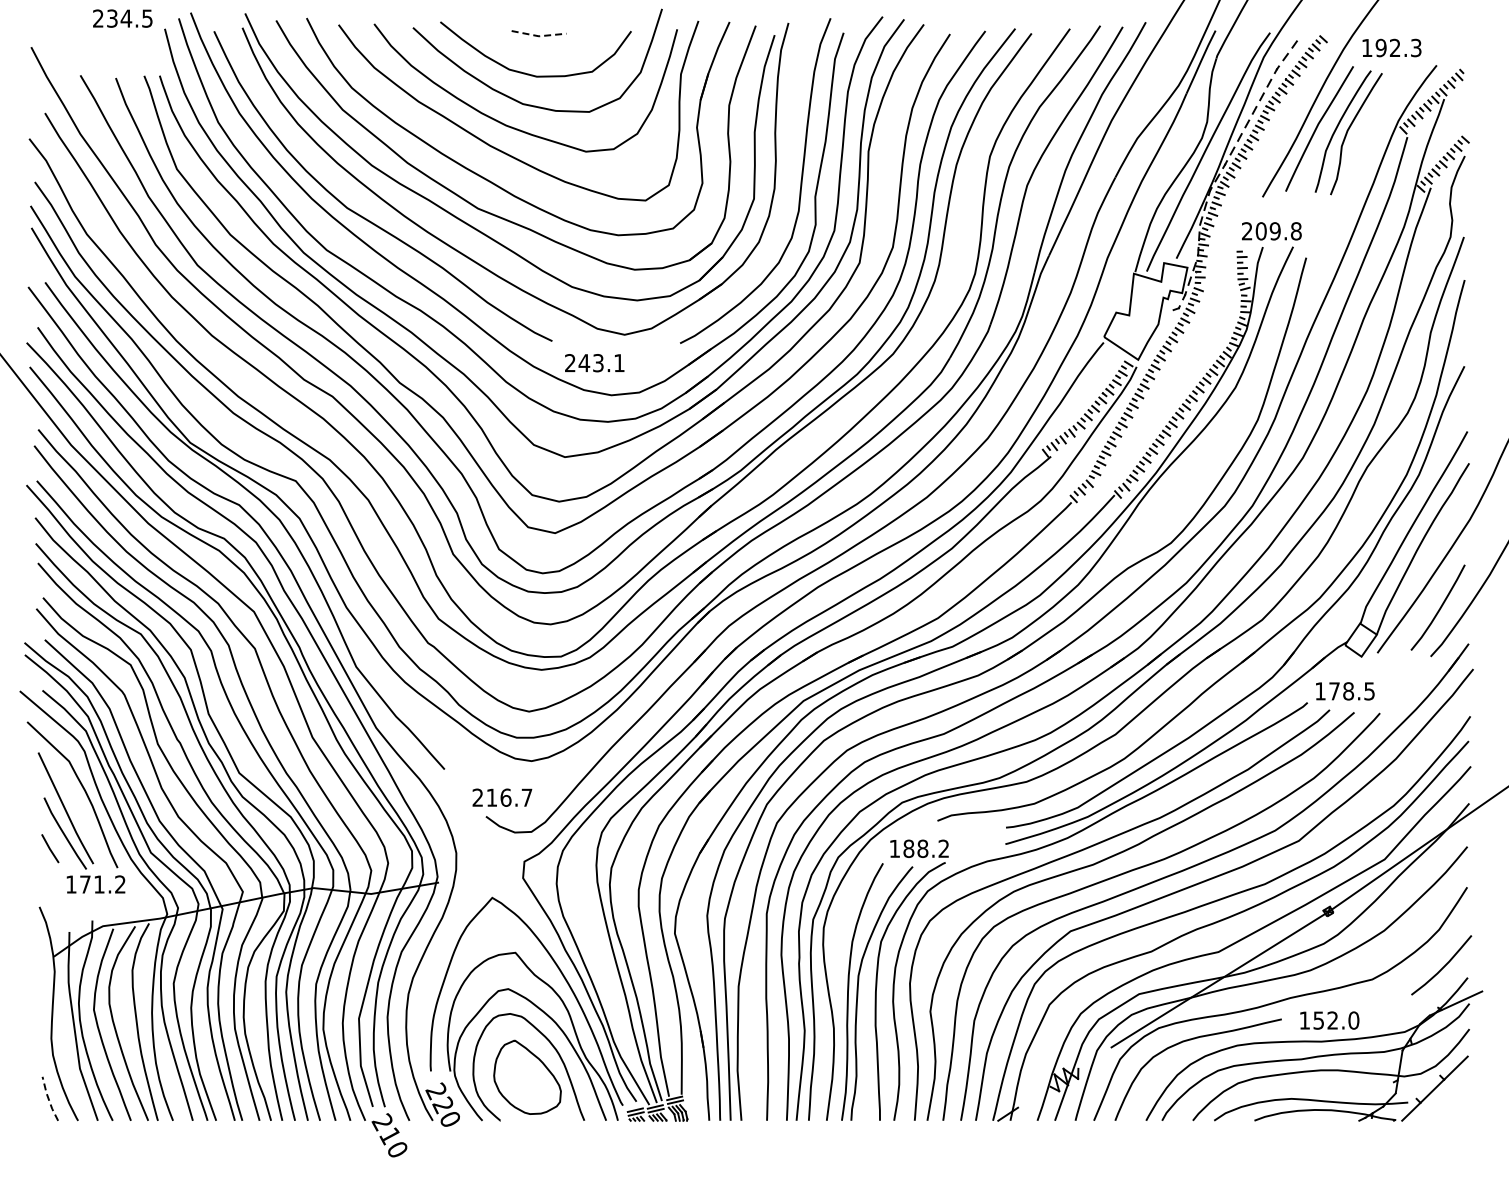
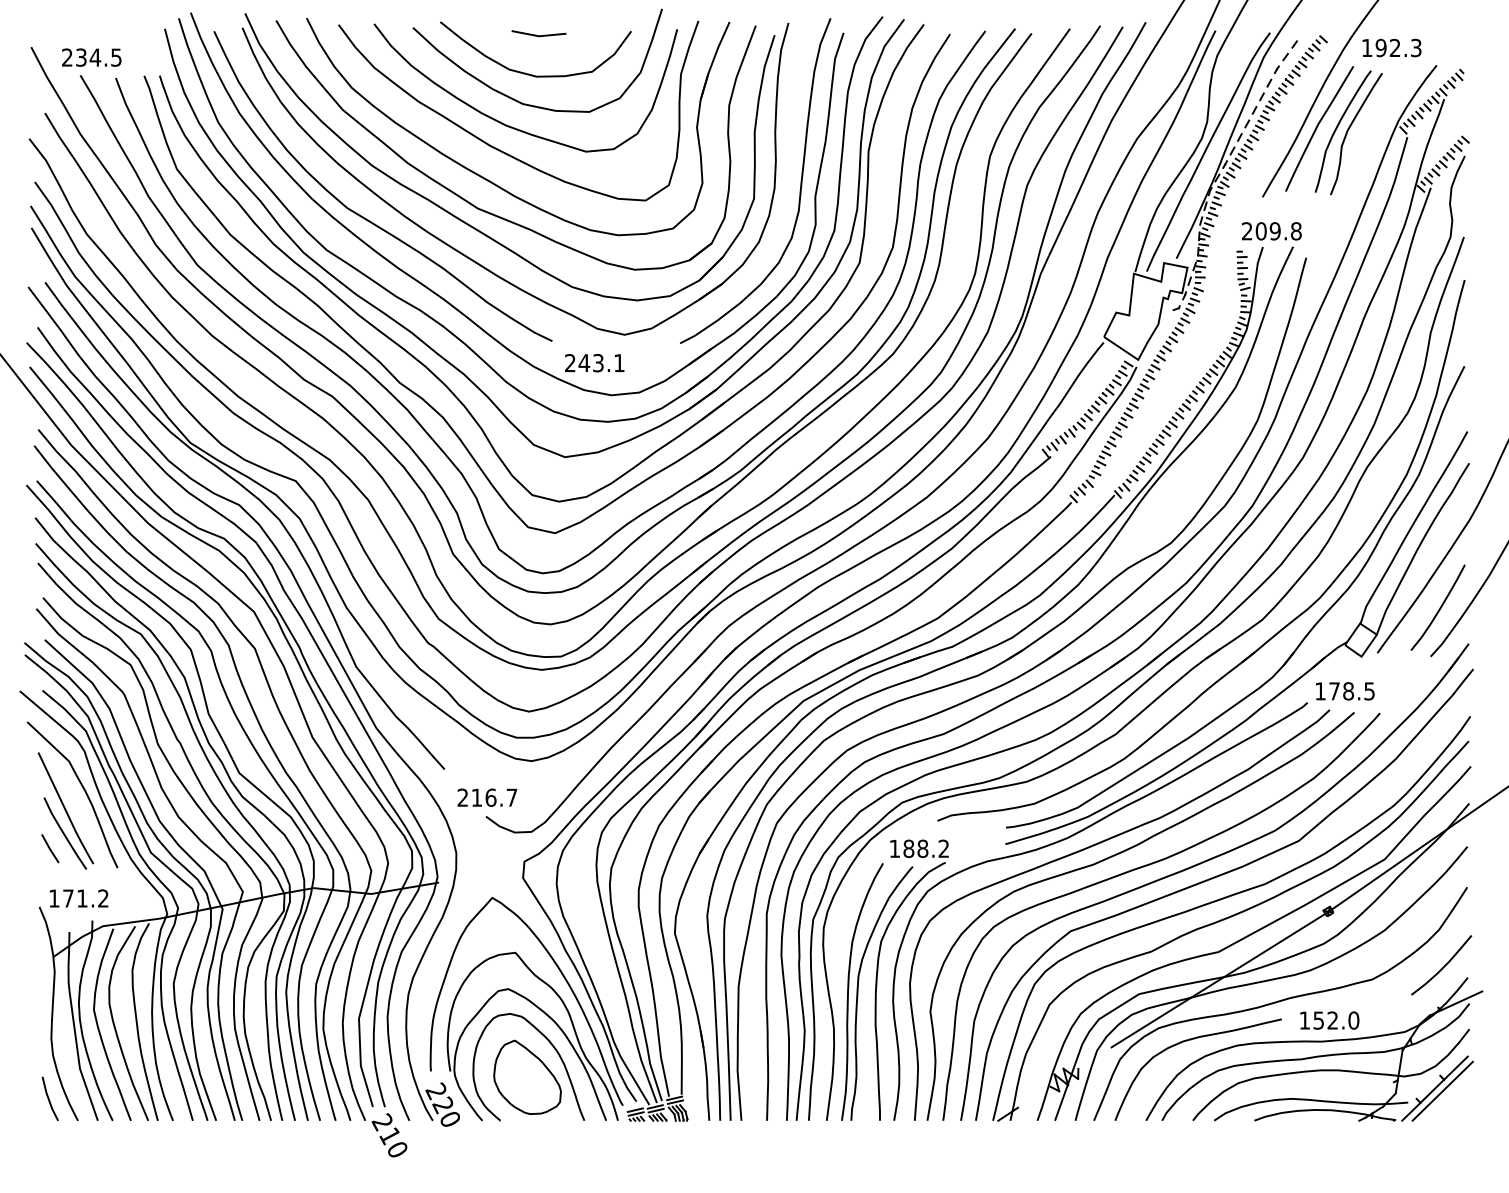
text at (122, 18) position: (122, 18) -> (91, 57)
line at (539, 36): dashed -> solid
text at (502, 797) position: (502, 797) -> (487, 797)
text at (95, 884) position: (95, 884) -> (78, 898)
line at (1442, 1090): none -> present
line at (48, 1099): dashed -> solid
